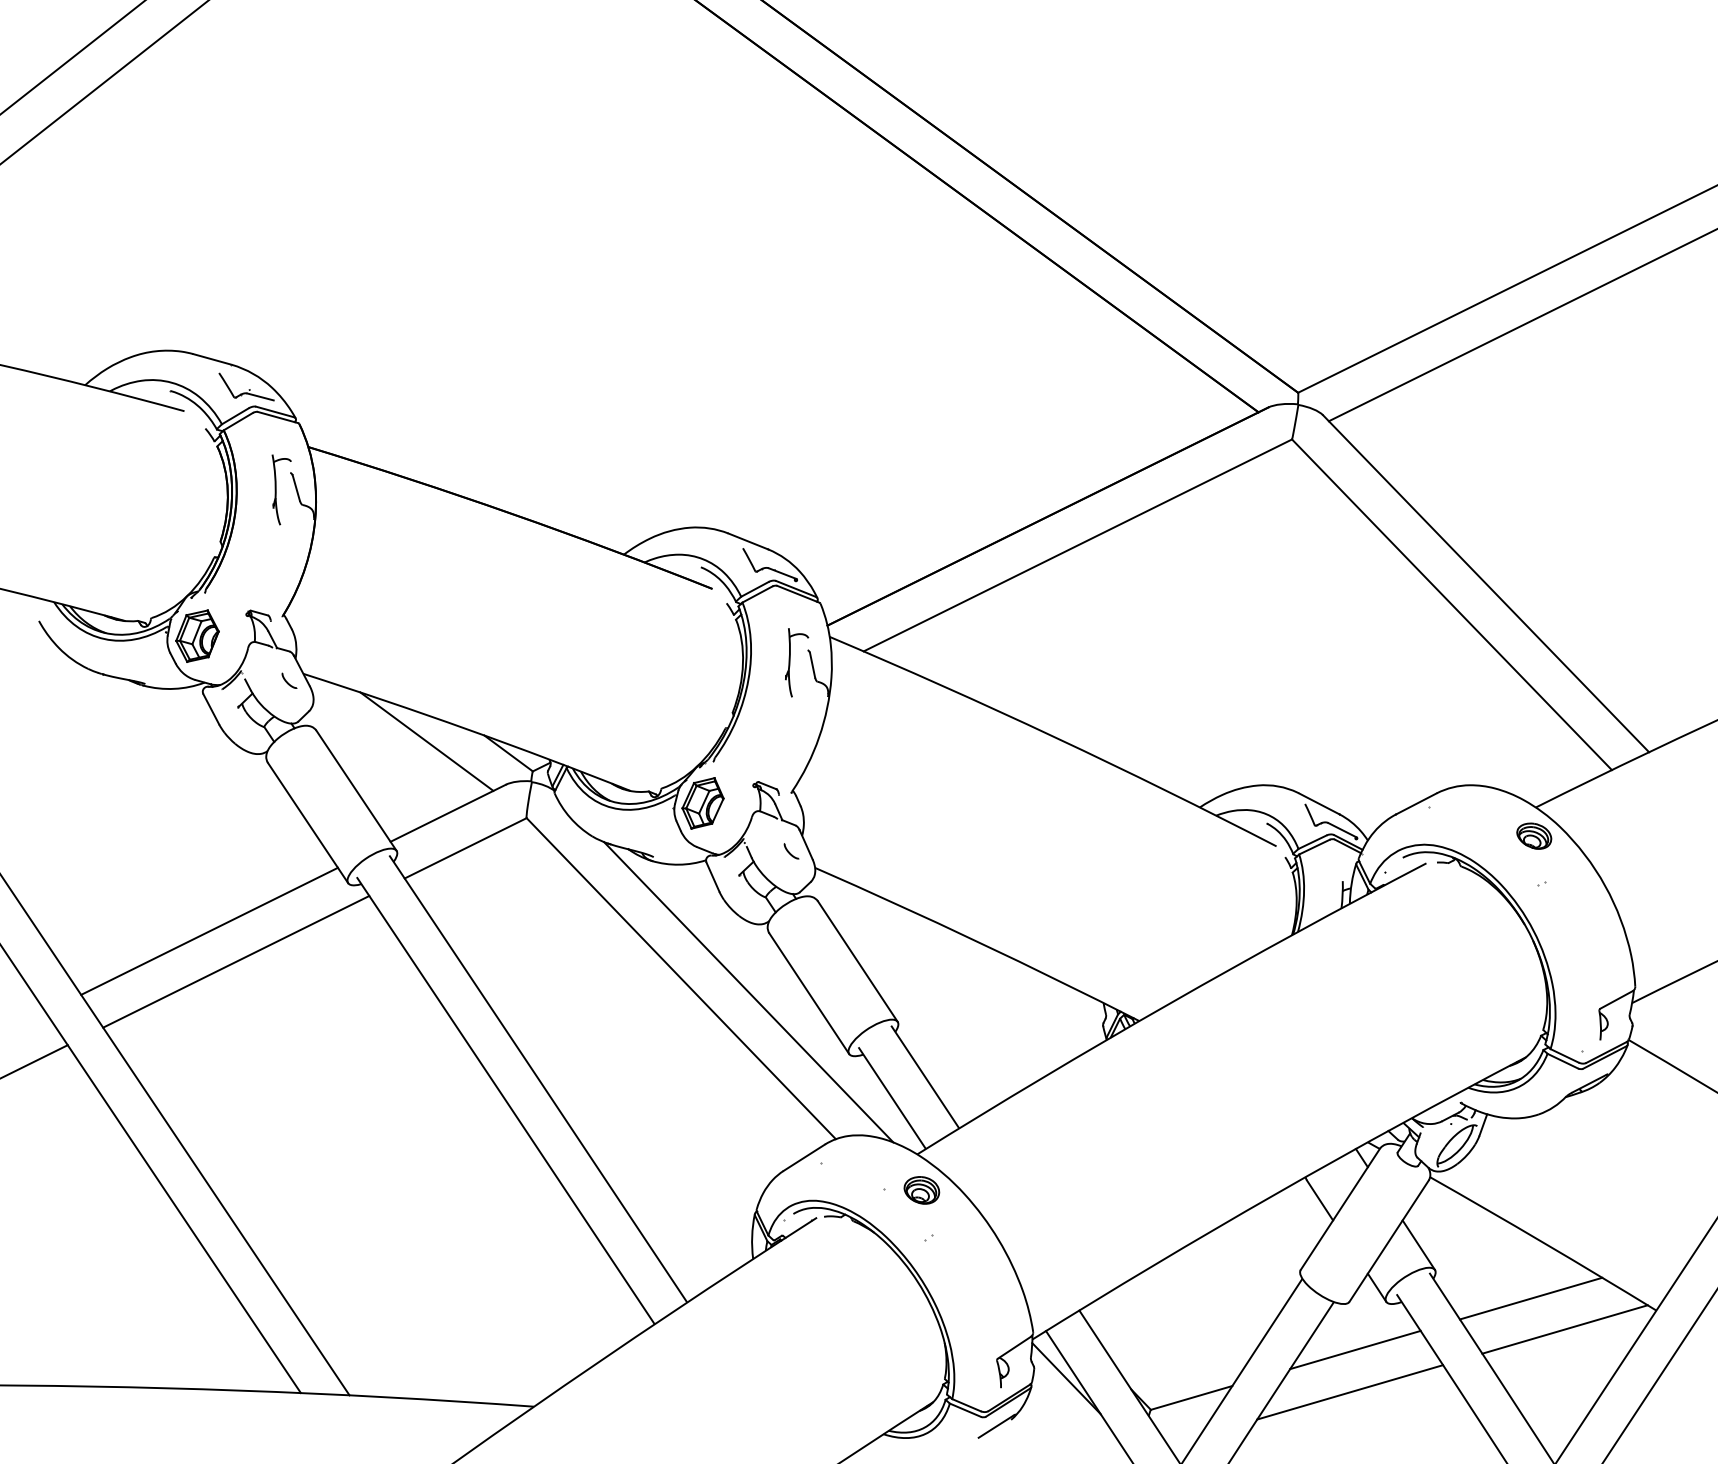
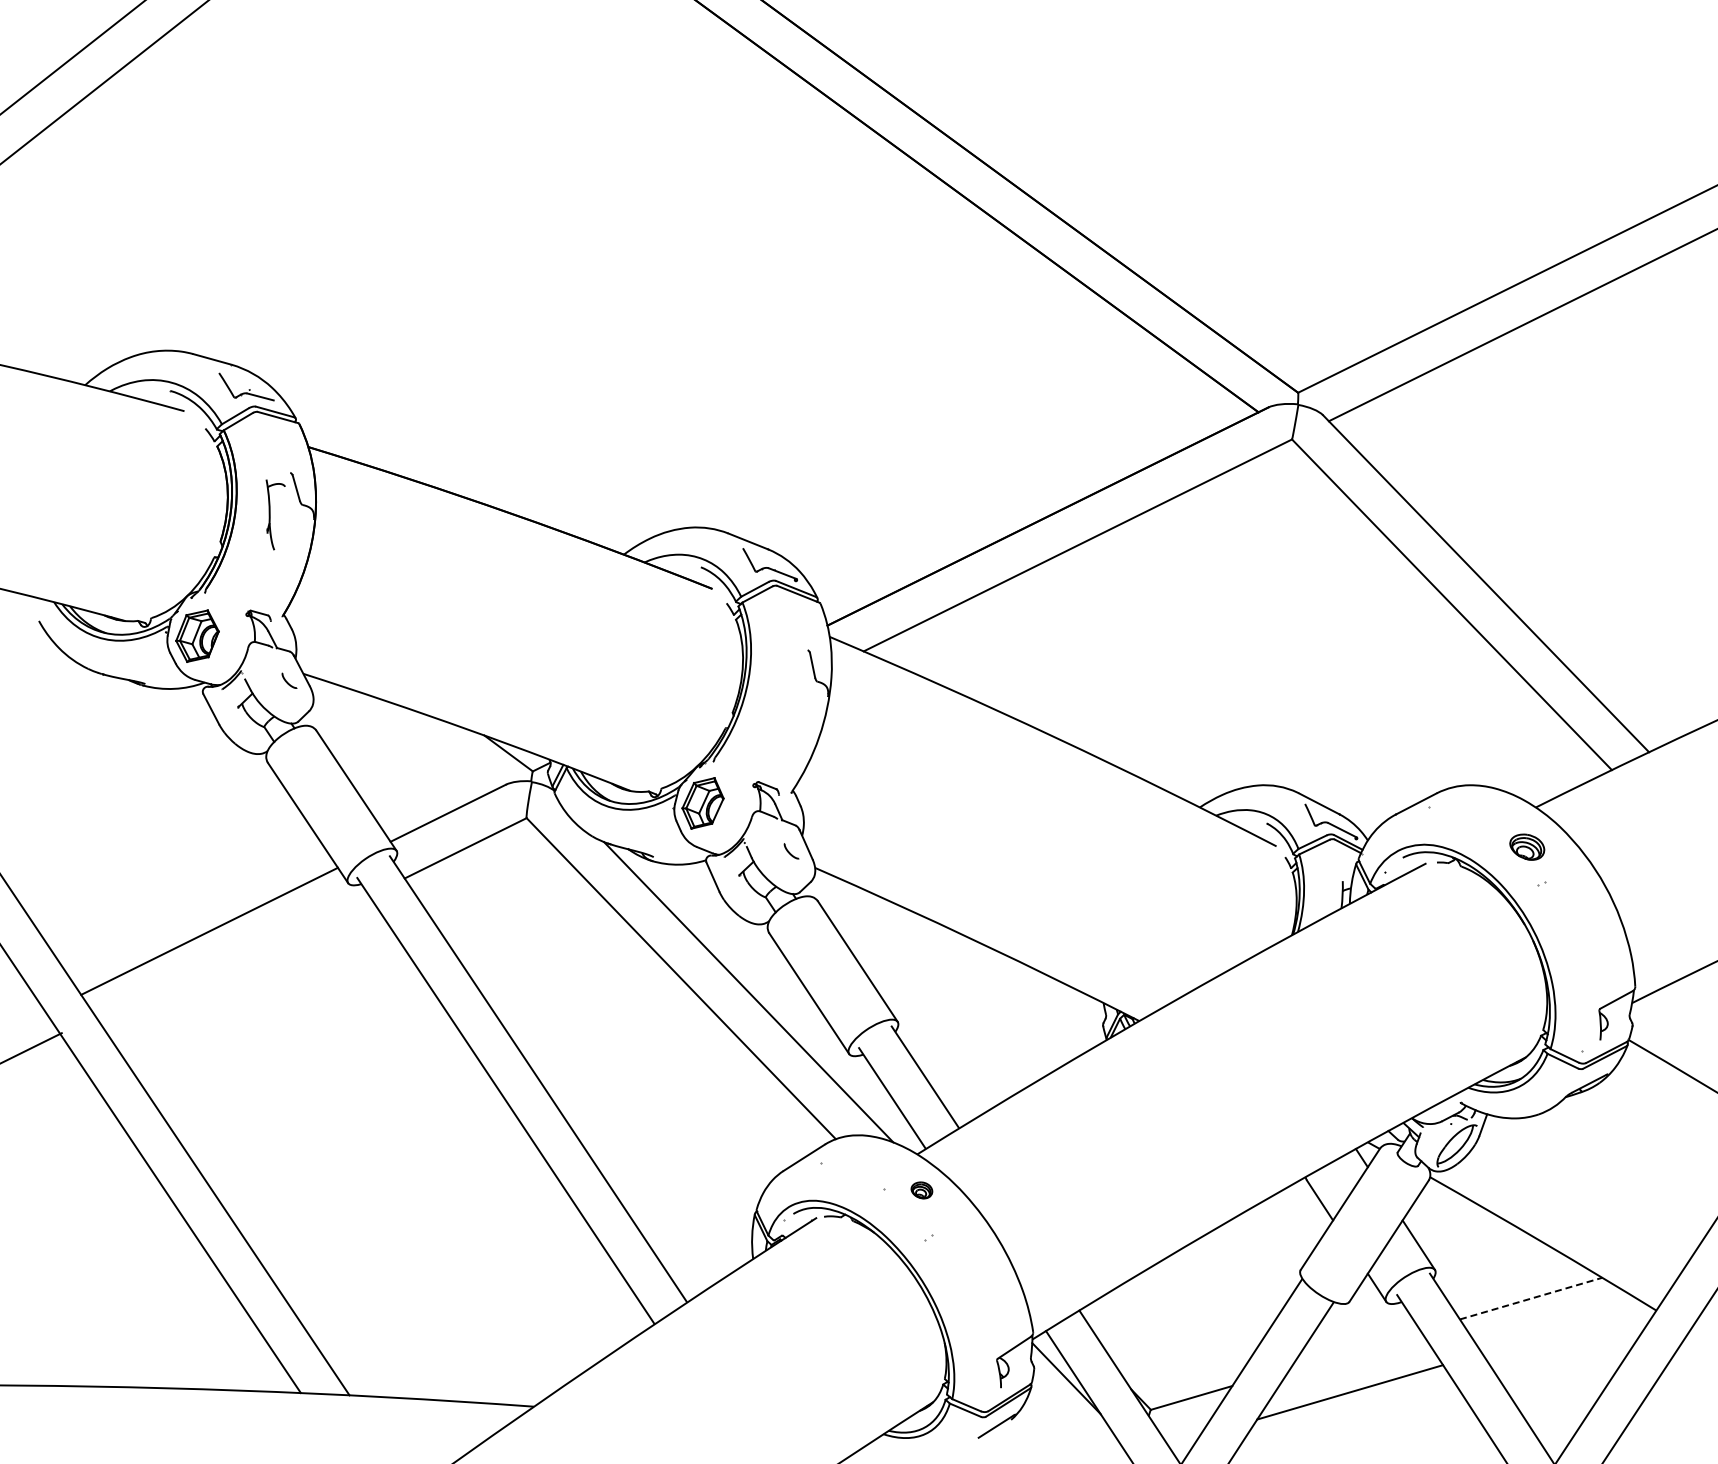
part at (281, 489) position: (281, 489) -> (275, 514)
part at (790, 662): present -> none
line at (426, 741): present -> none
part at (1534, 835) position: (1534, 835) -> (1527, 846)
line at (236, 961): present -> none
line at (34, 1061) position: (34, 1061) -> (31, 1047)
part at (921, 1190) size: 38x29 px -> 24x19 px
line at (1531, 1298): solid -> dashed
line at (1564, 1329): present -> none
line at (1355, 1349): present -> none
